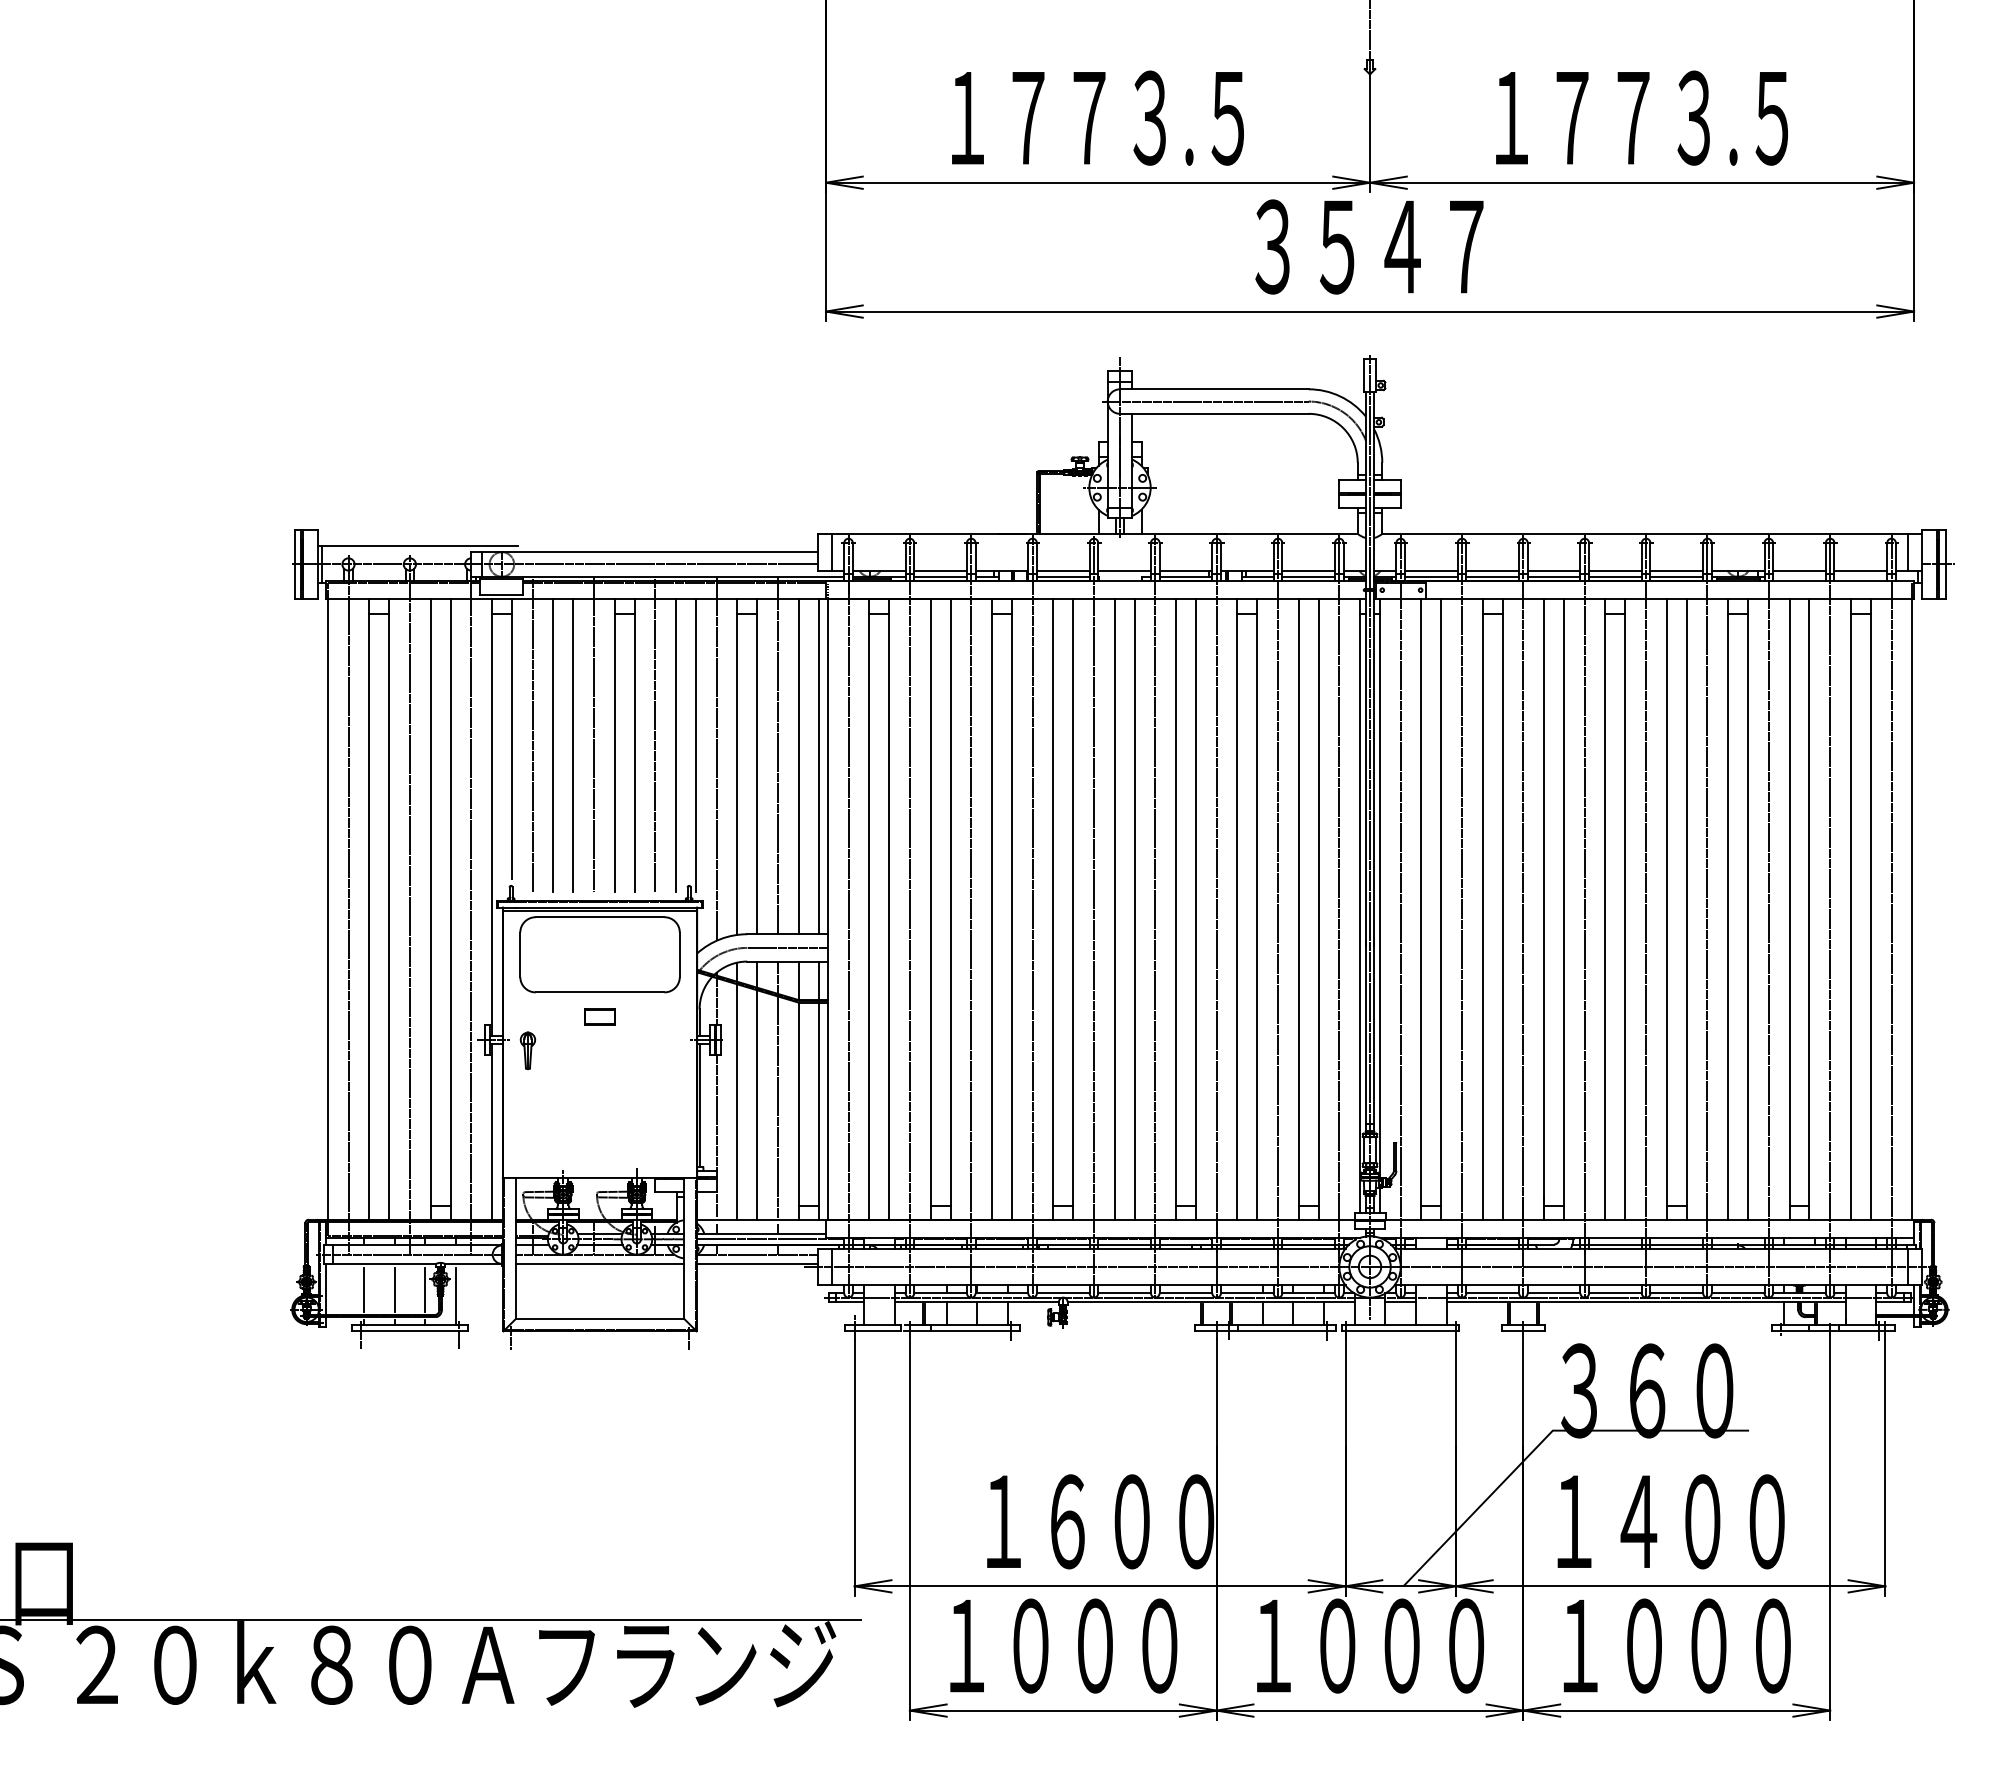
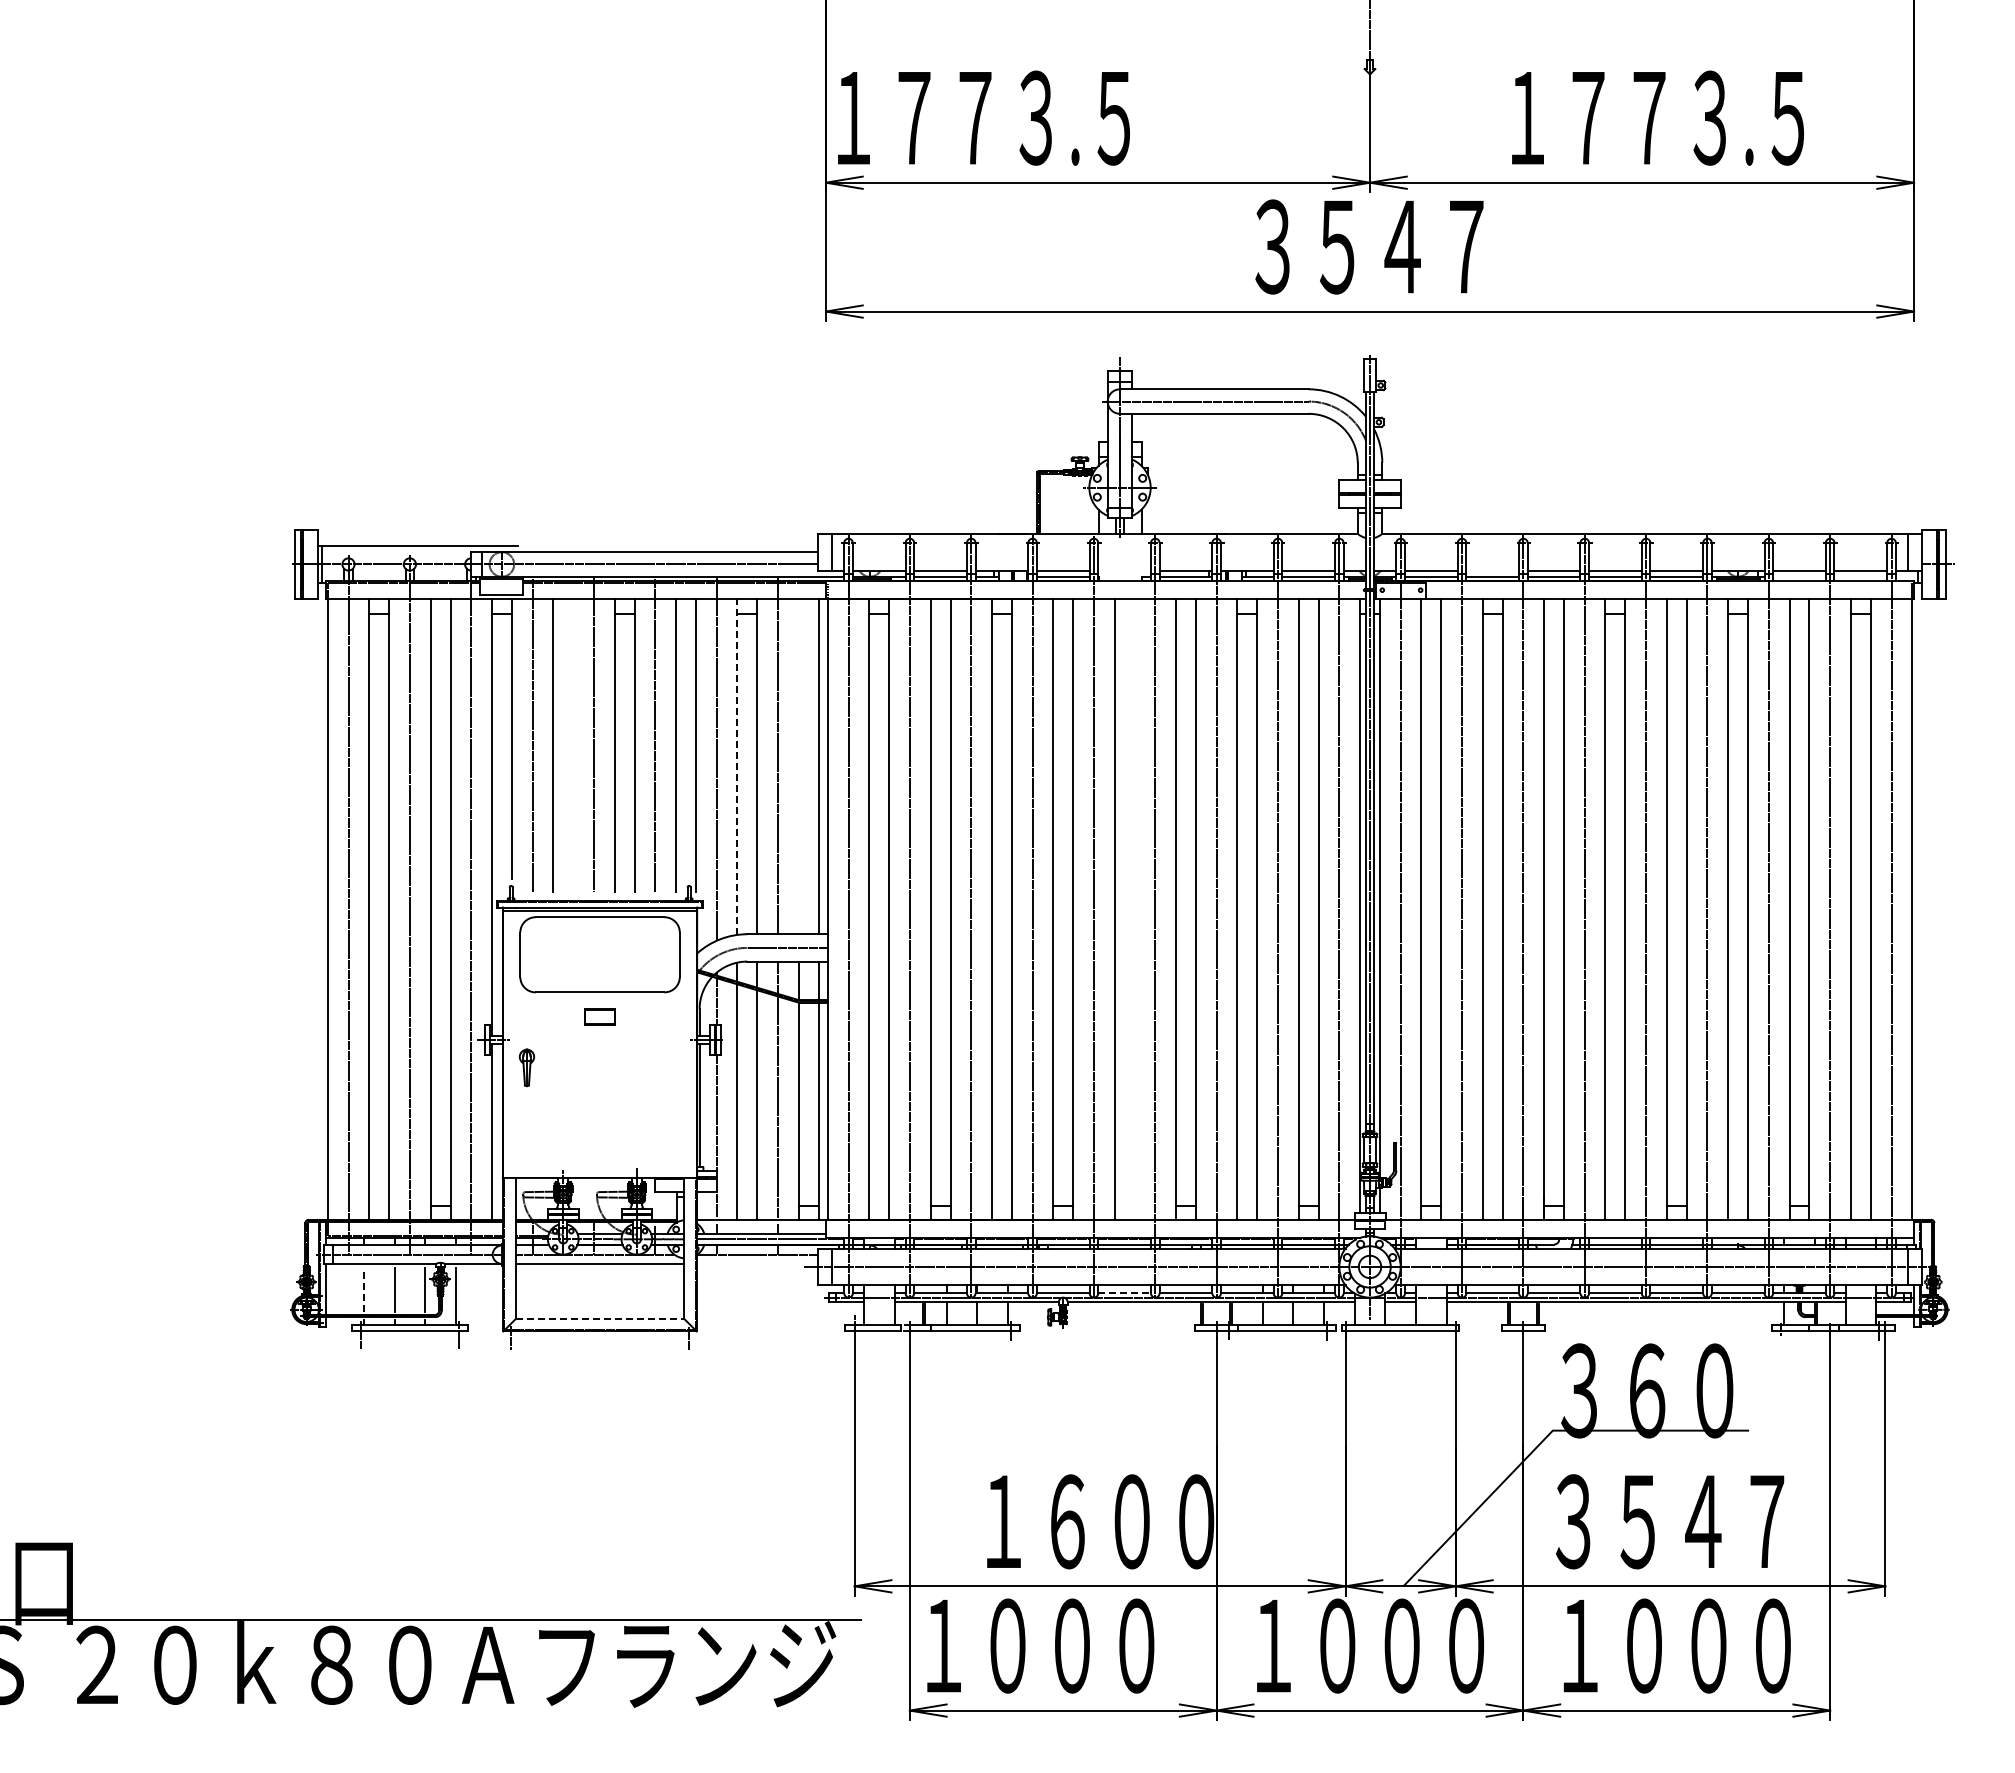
text at (1097, 117) position: (1097, 117) -> (983, 117)
text at (1641, 117) position: (1641, 117) -> (1657, 117)
line at (1124, 570): present -> none
line at (1492, 570): present -> none
line at (573, 745): present -> none
line at (798, 766): present -> none
line at (737, 767): solid -> dashed
line at (1134, 909): present -> none
part at (527, 1050) position: (527, 1050) -> (526, 1067)
line at (756, 1263): present -> none
line at (363, 1289): solid -> dashed
line at (1125, 1293): solid -> dashed
line at (600, 1319): solid -> dashed
text at (1670, 1521): １４００ -> ３５４７
text at (1063, 1645) position: (1063, 1645) -> (1040, 1645)
